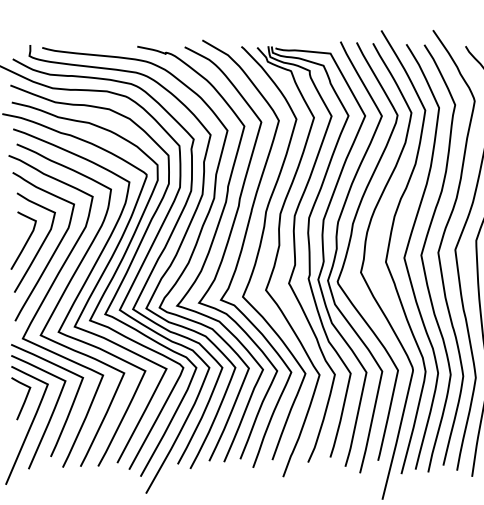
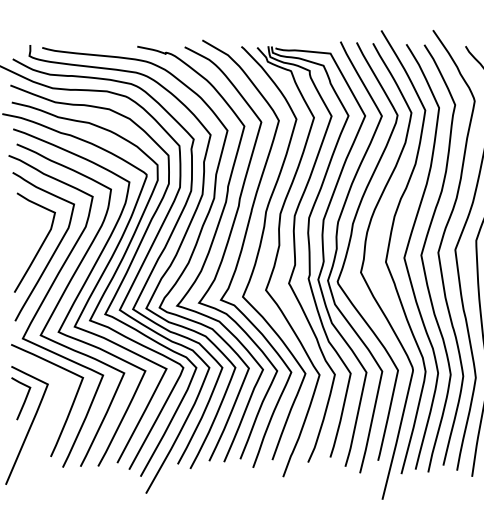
curve at (25, 242): present -> none
curve at (50, 415): present -> none
